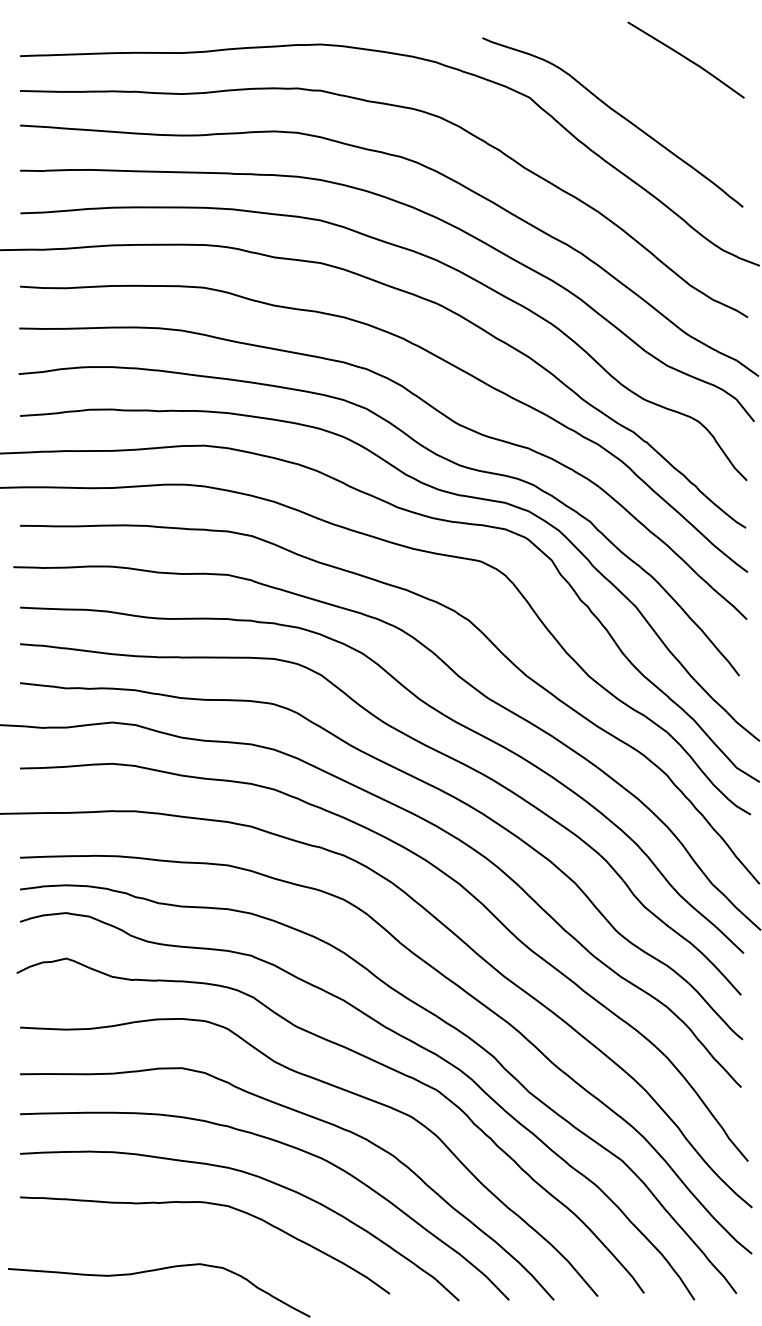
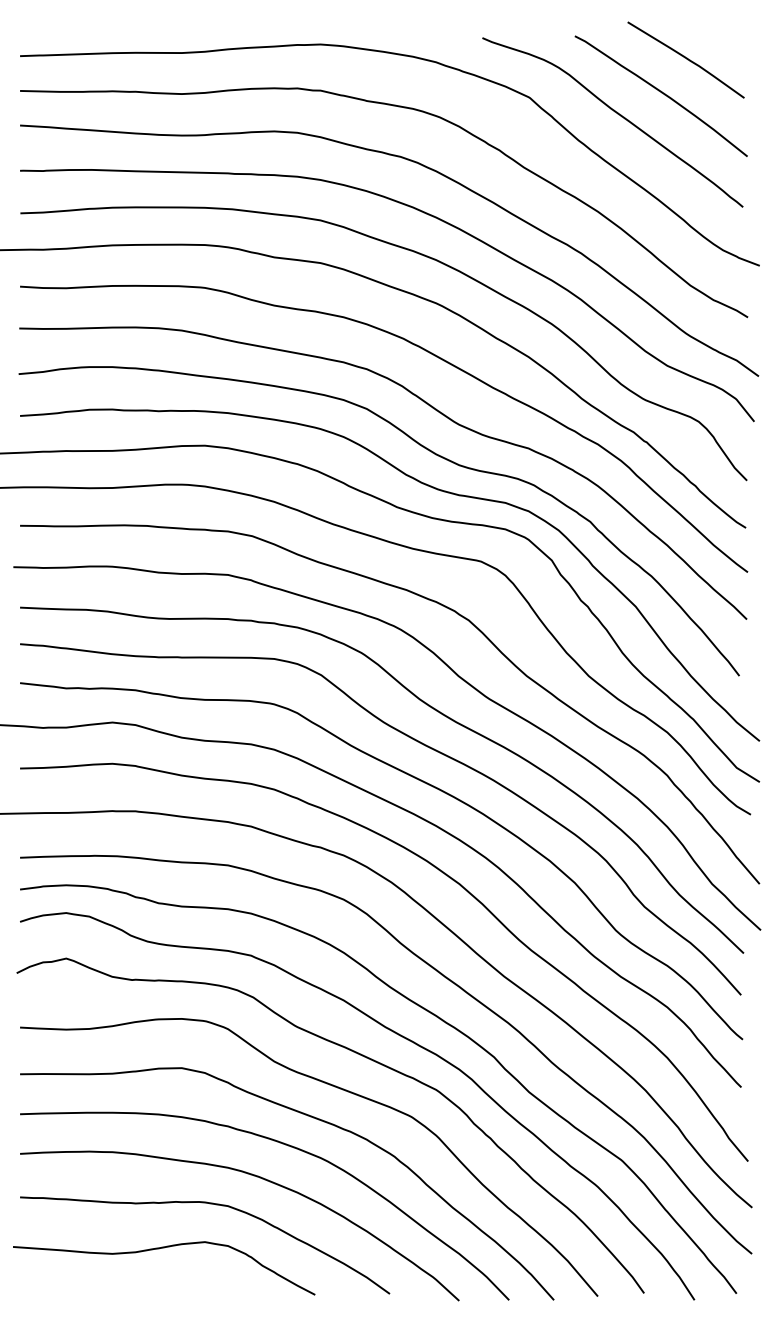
curve at (661, 93): none -> present
curve at (154, 1271) position: (154, 1271) -> (159, 1249)
